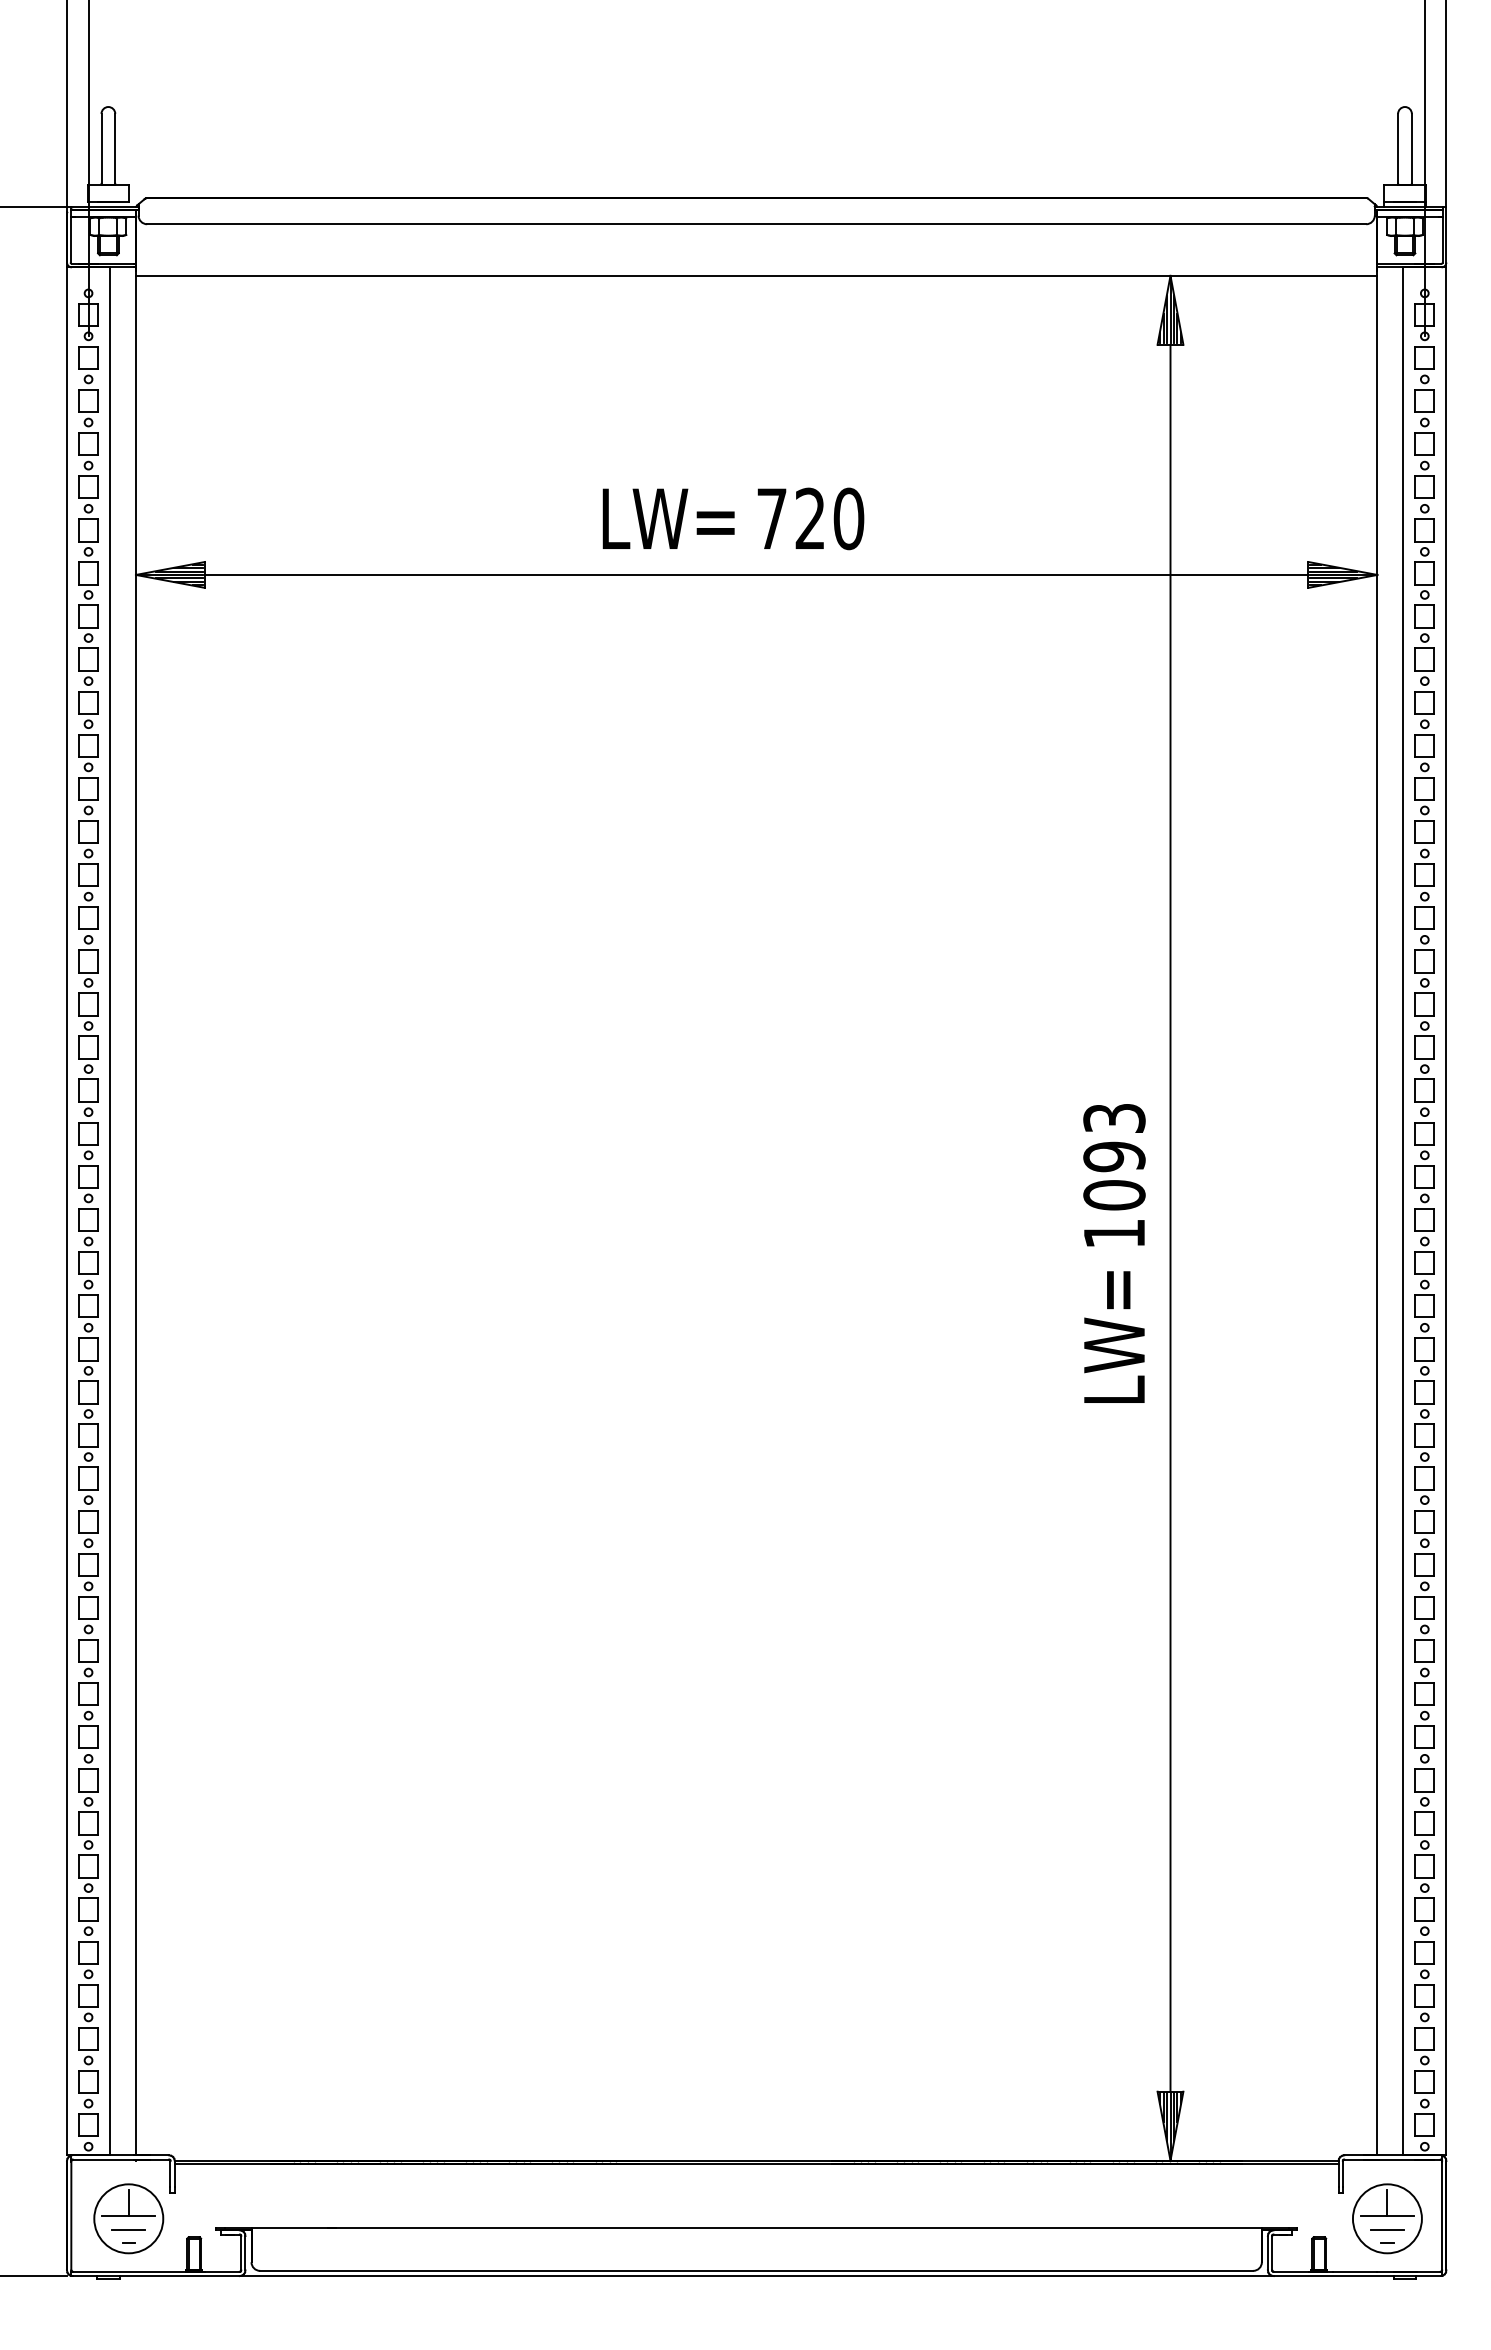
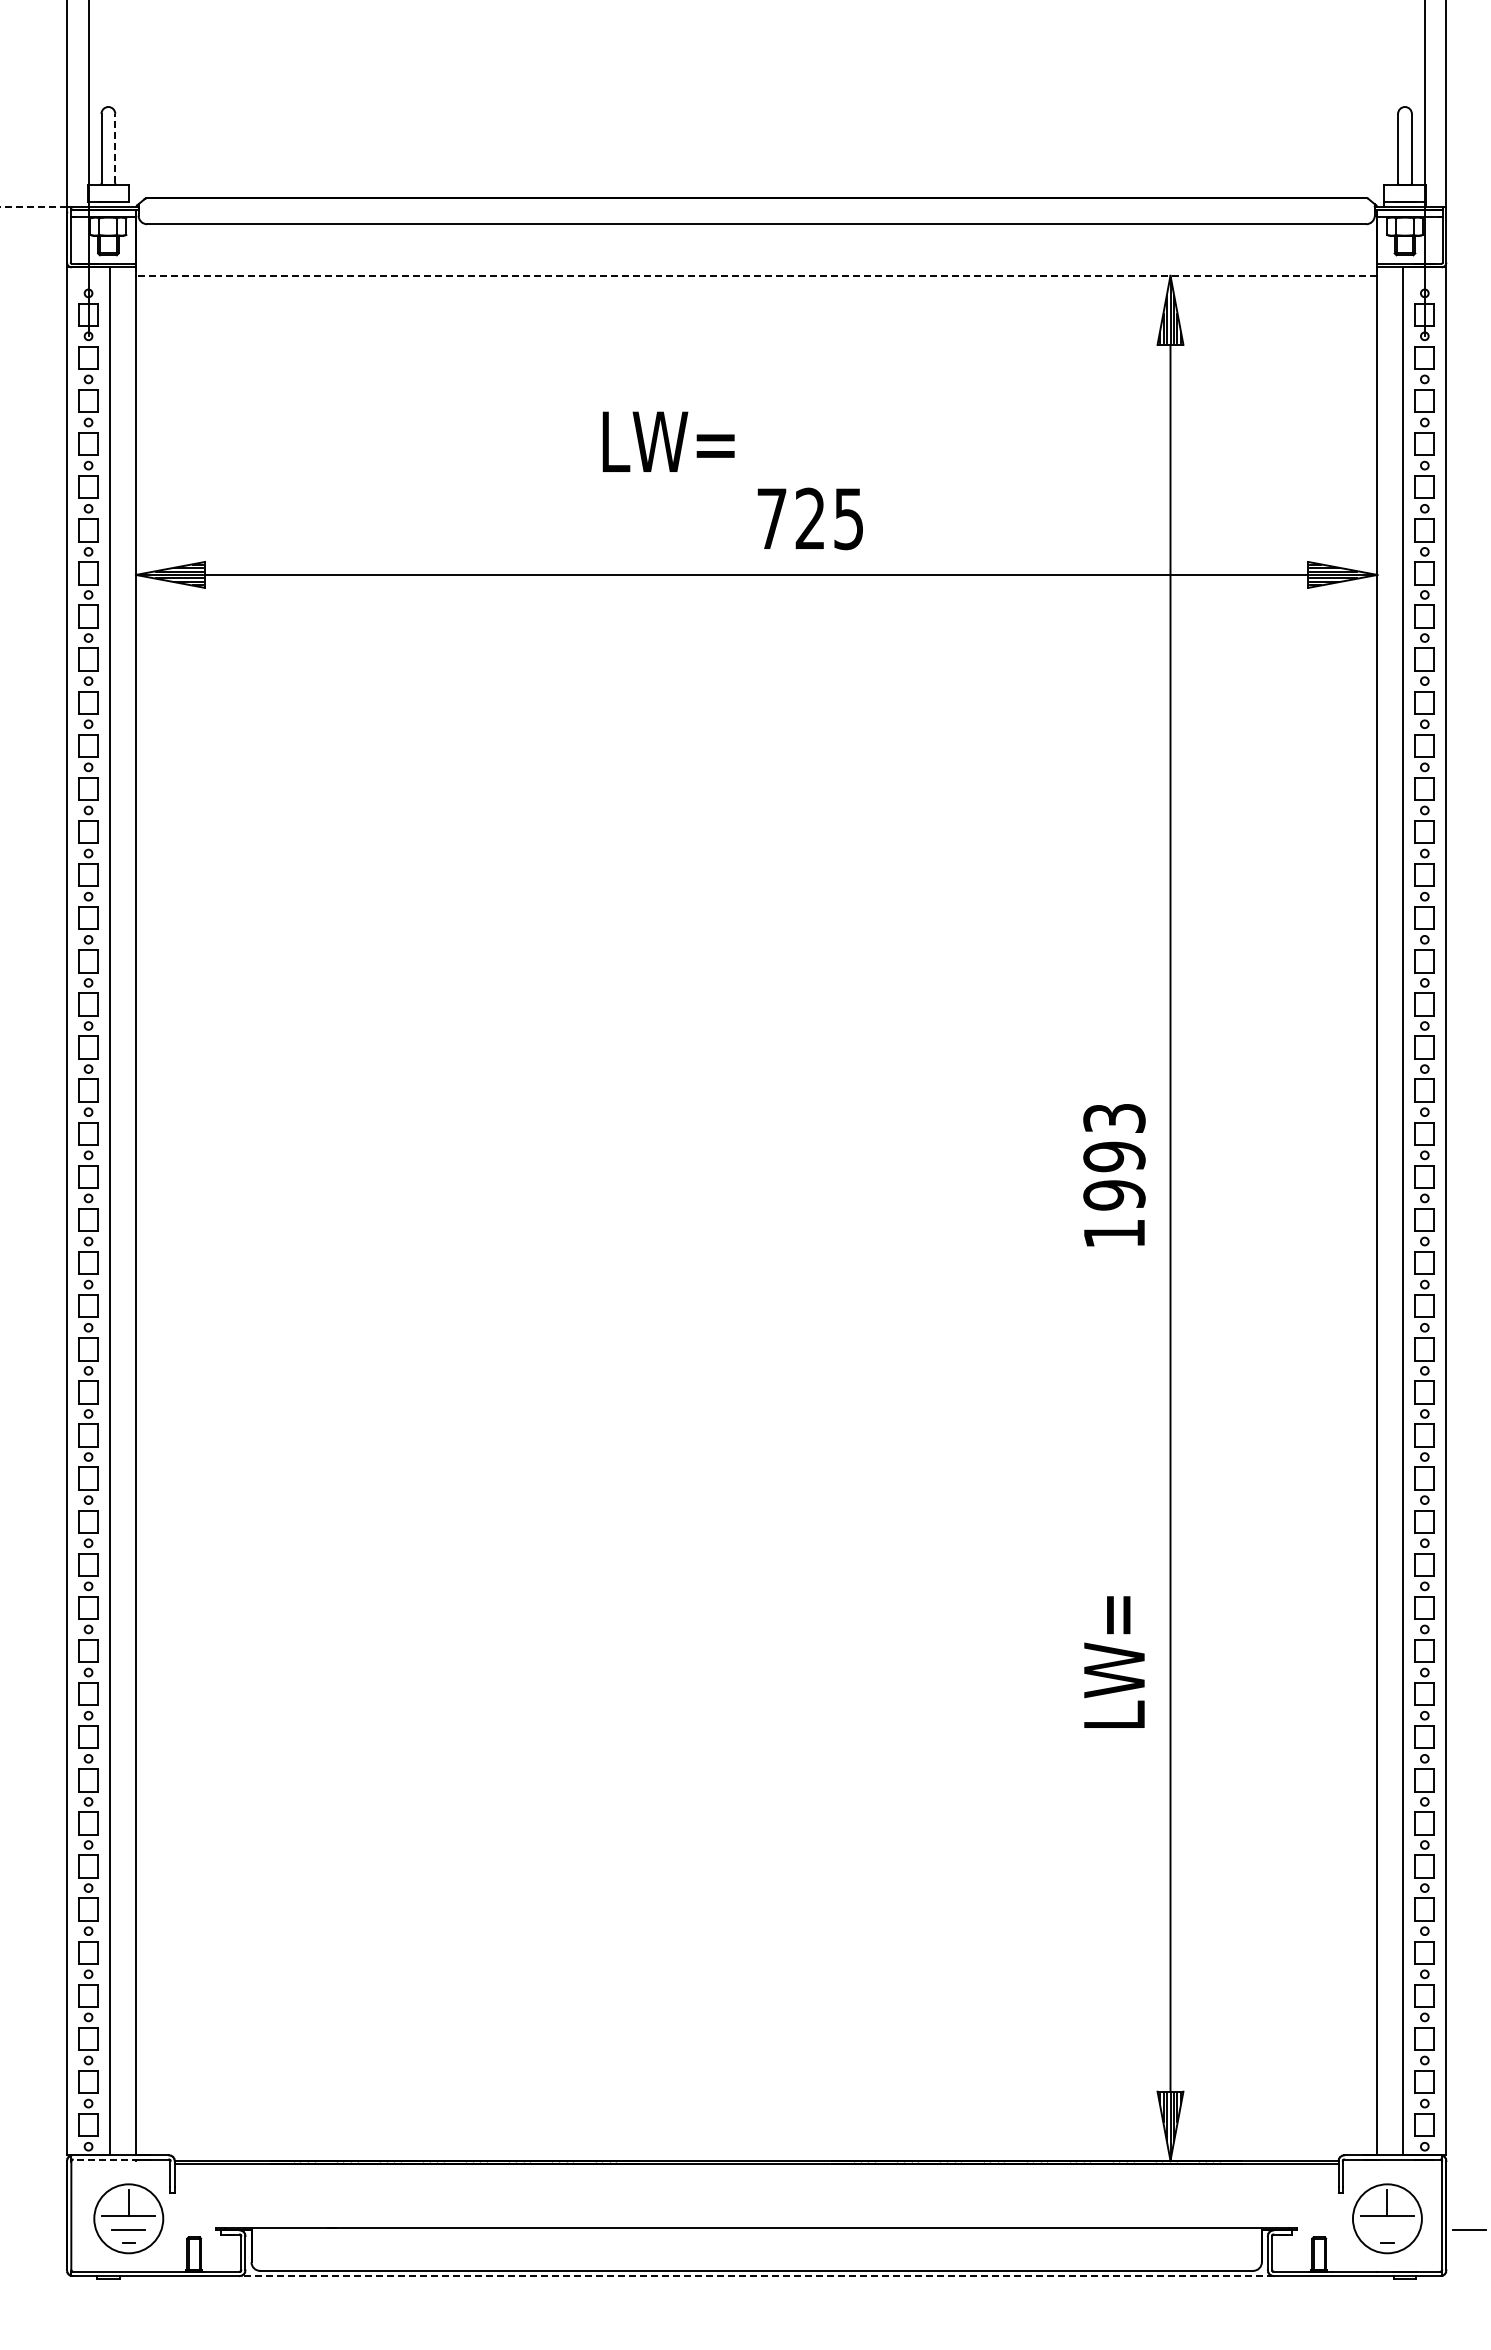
line at (115, 147): solid -> dashed
line at (34, 207): solid -> dashed
line at (756, 275): solid -> dashed
text at (668, 518) position: (668, 518) -> (668, 441)
text at (848, 518): 720 -> 725
text at (1114, 1195): 1093 -> 1993
text at (1114, 1336) position: (1114, 1336) -> (1114, 1661)
line at (104, 2159): solid -> dashed
line at (1387, 2229) position: (1387, 2229) -> (1469, 2229)
line at (34, 2276): present -> none
line at (756, 2276): solid -> dashed
